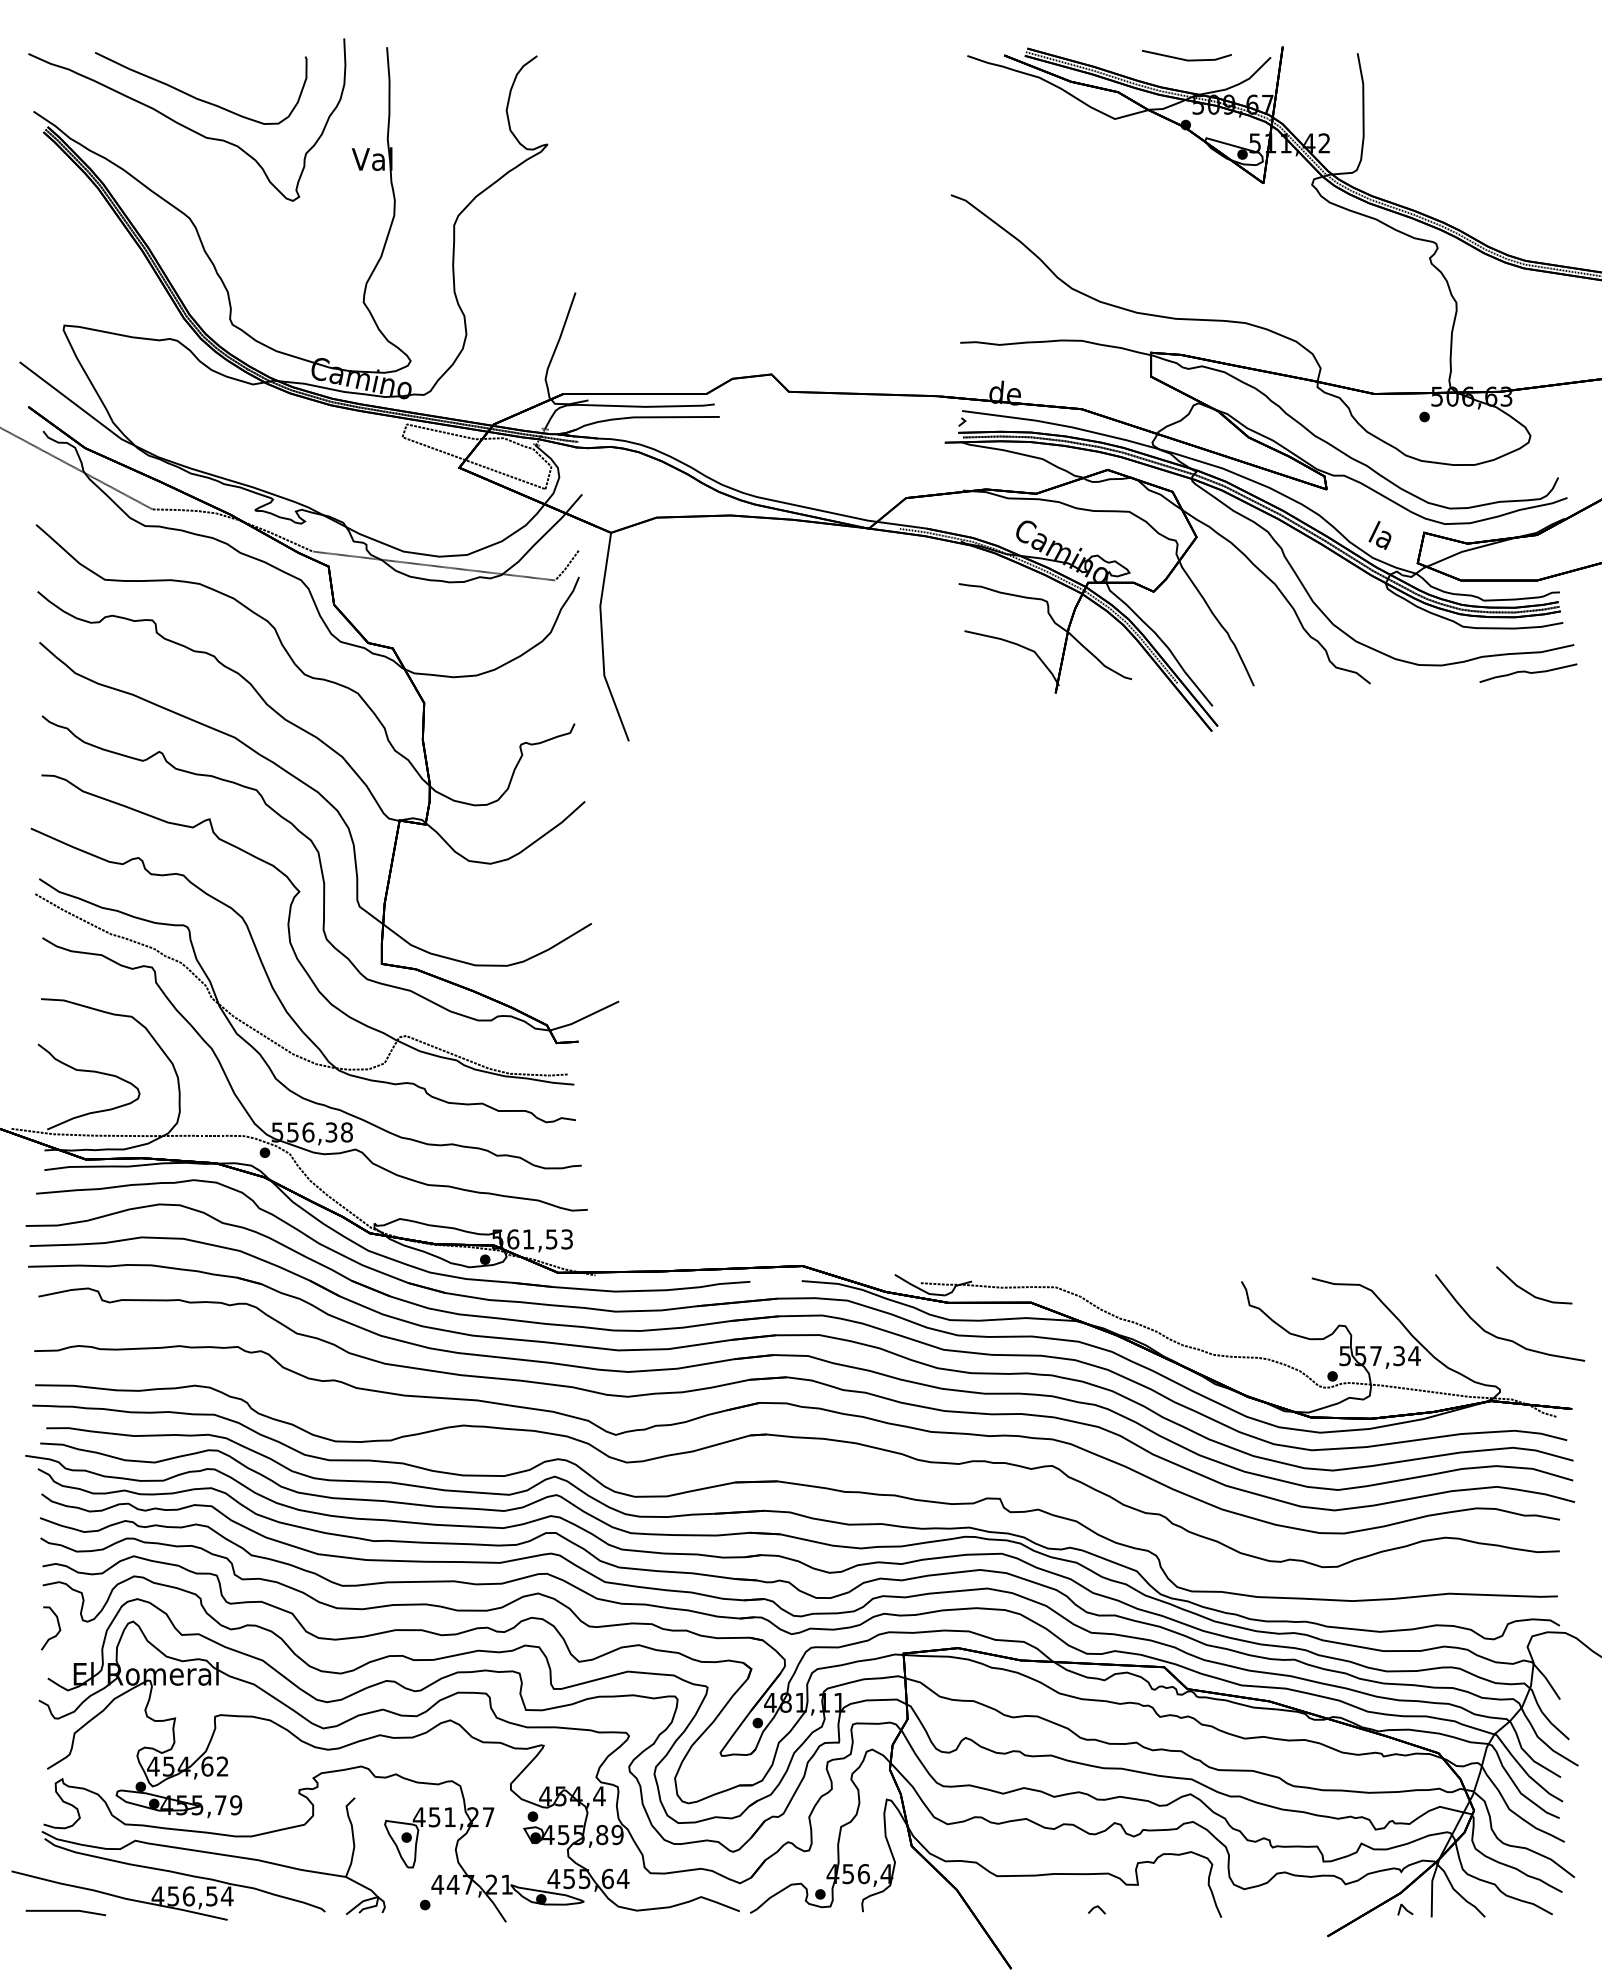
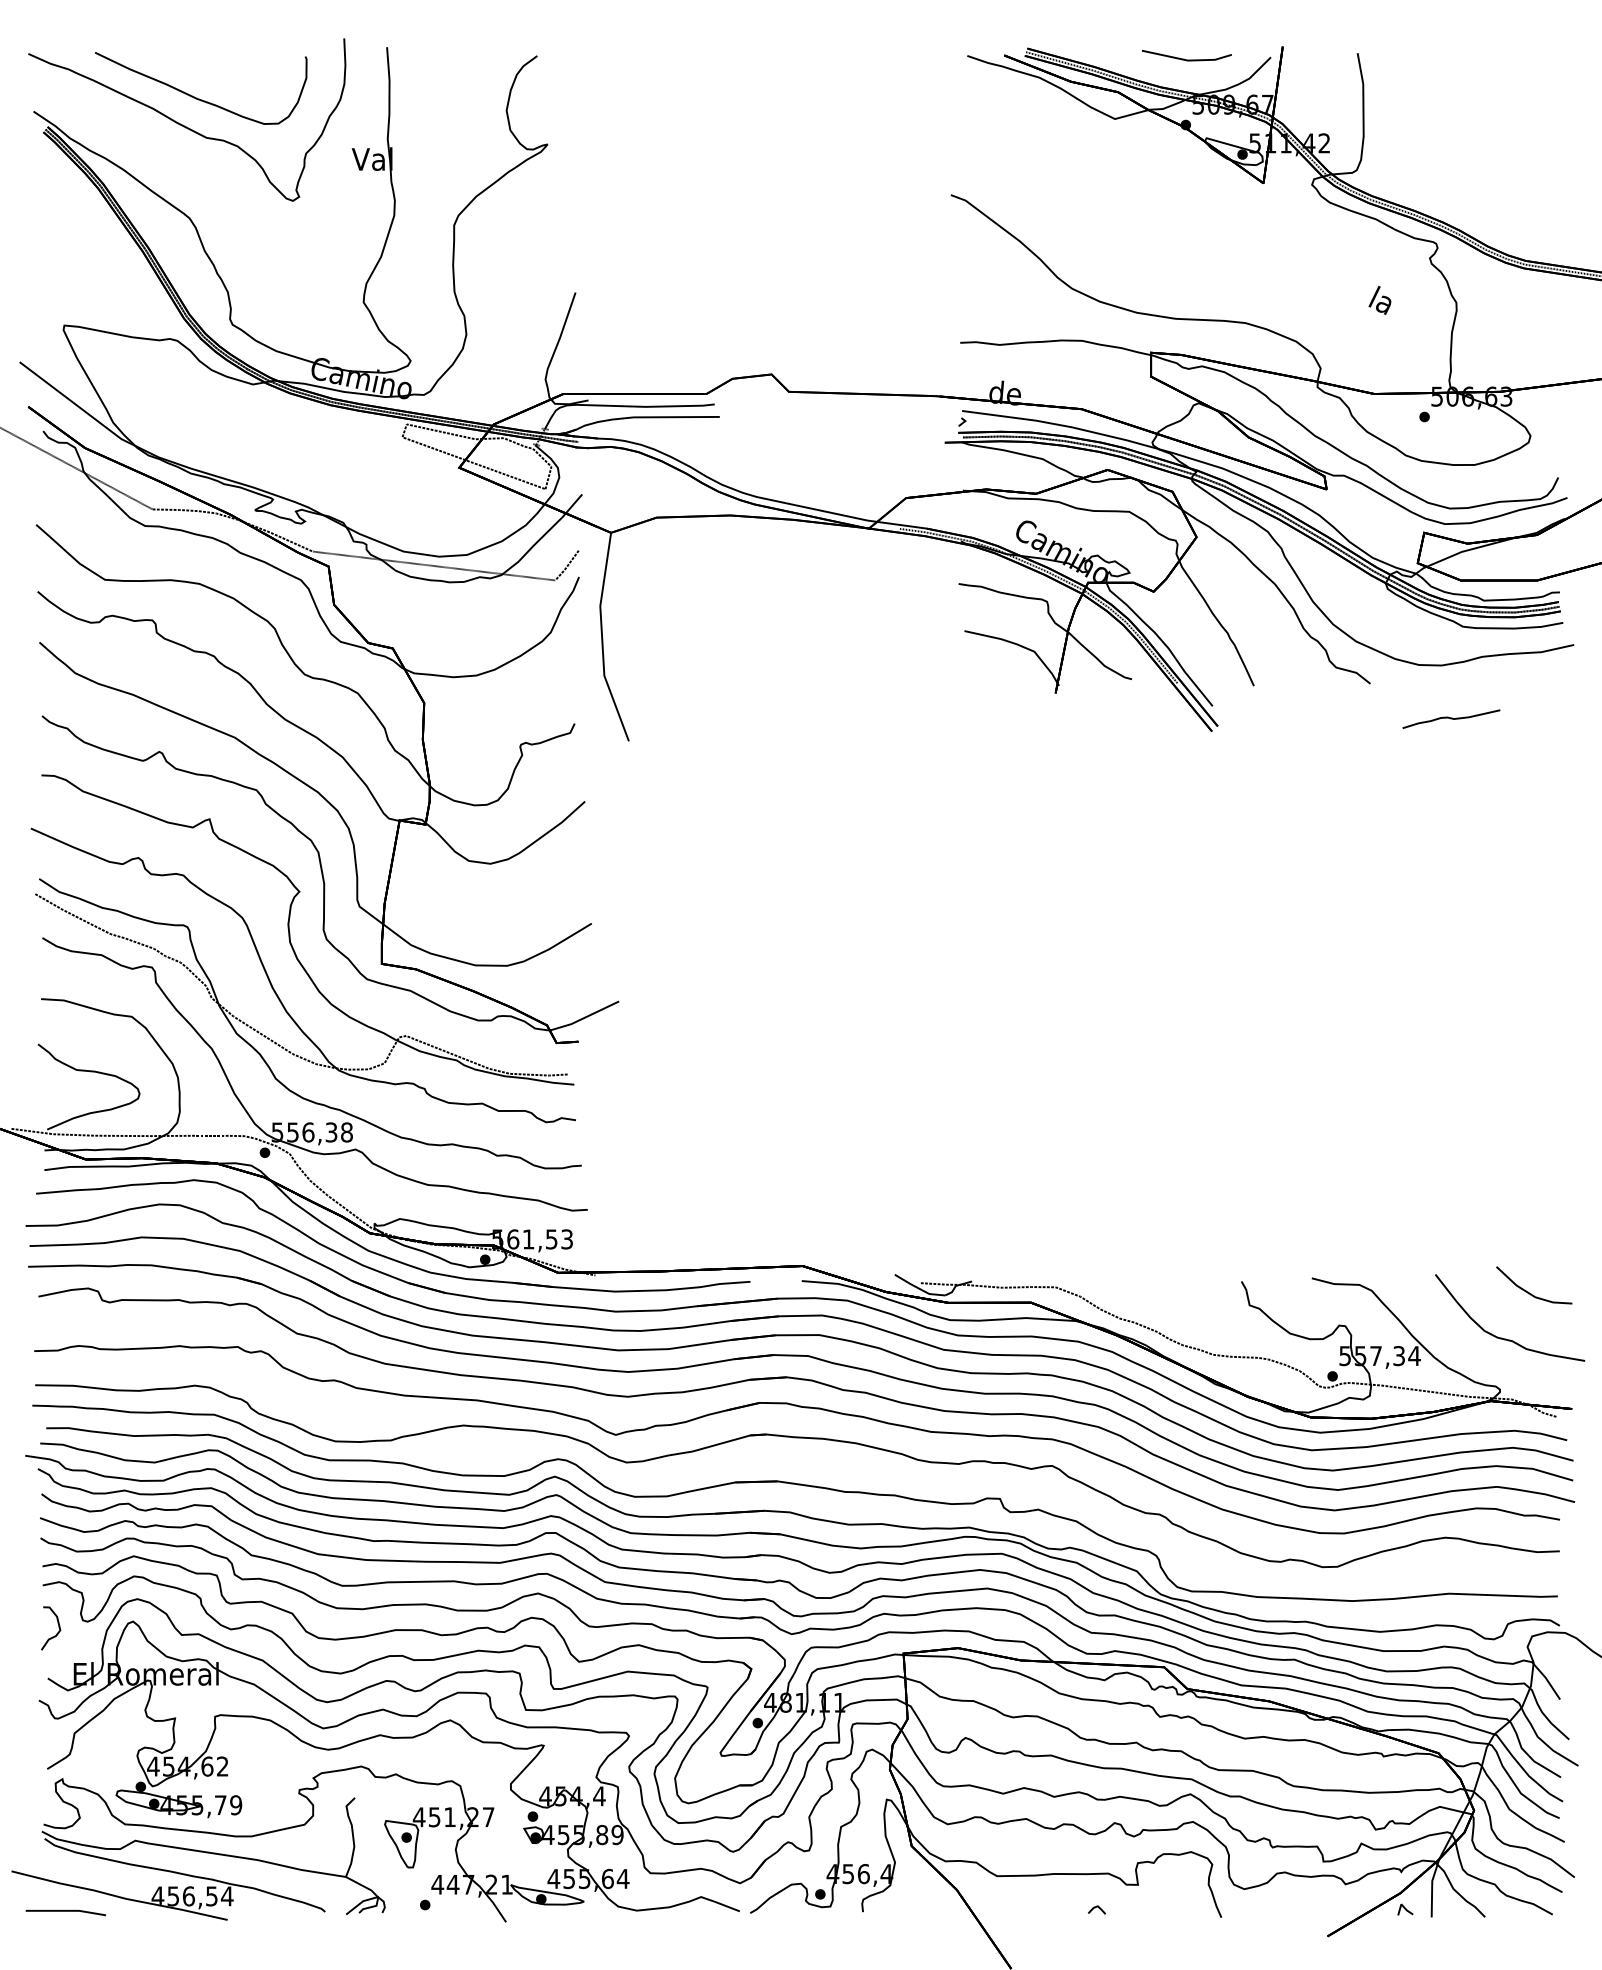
text at (1379, 534) position: (1379, 534) -> (1379, 299)
curve at (1528, 672) position: (1528, 672) -> (1451, 718)
